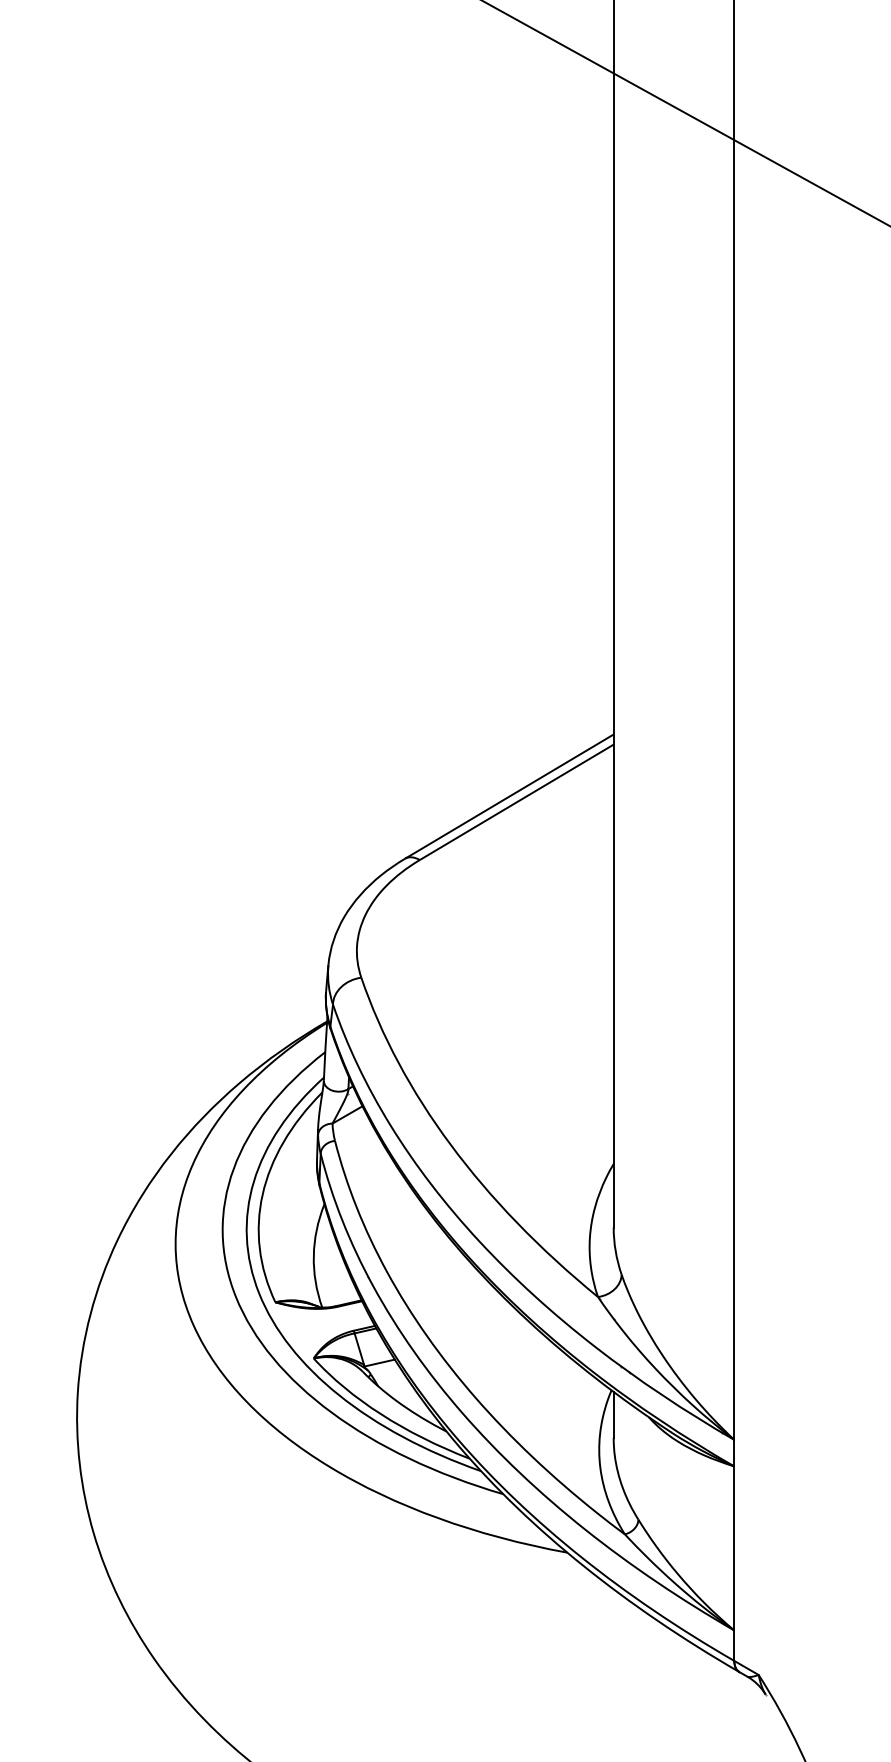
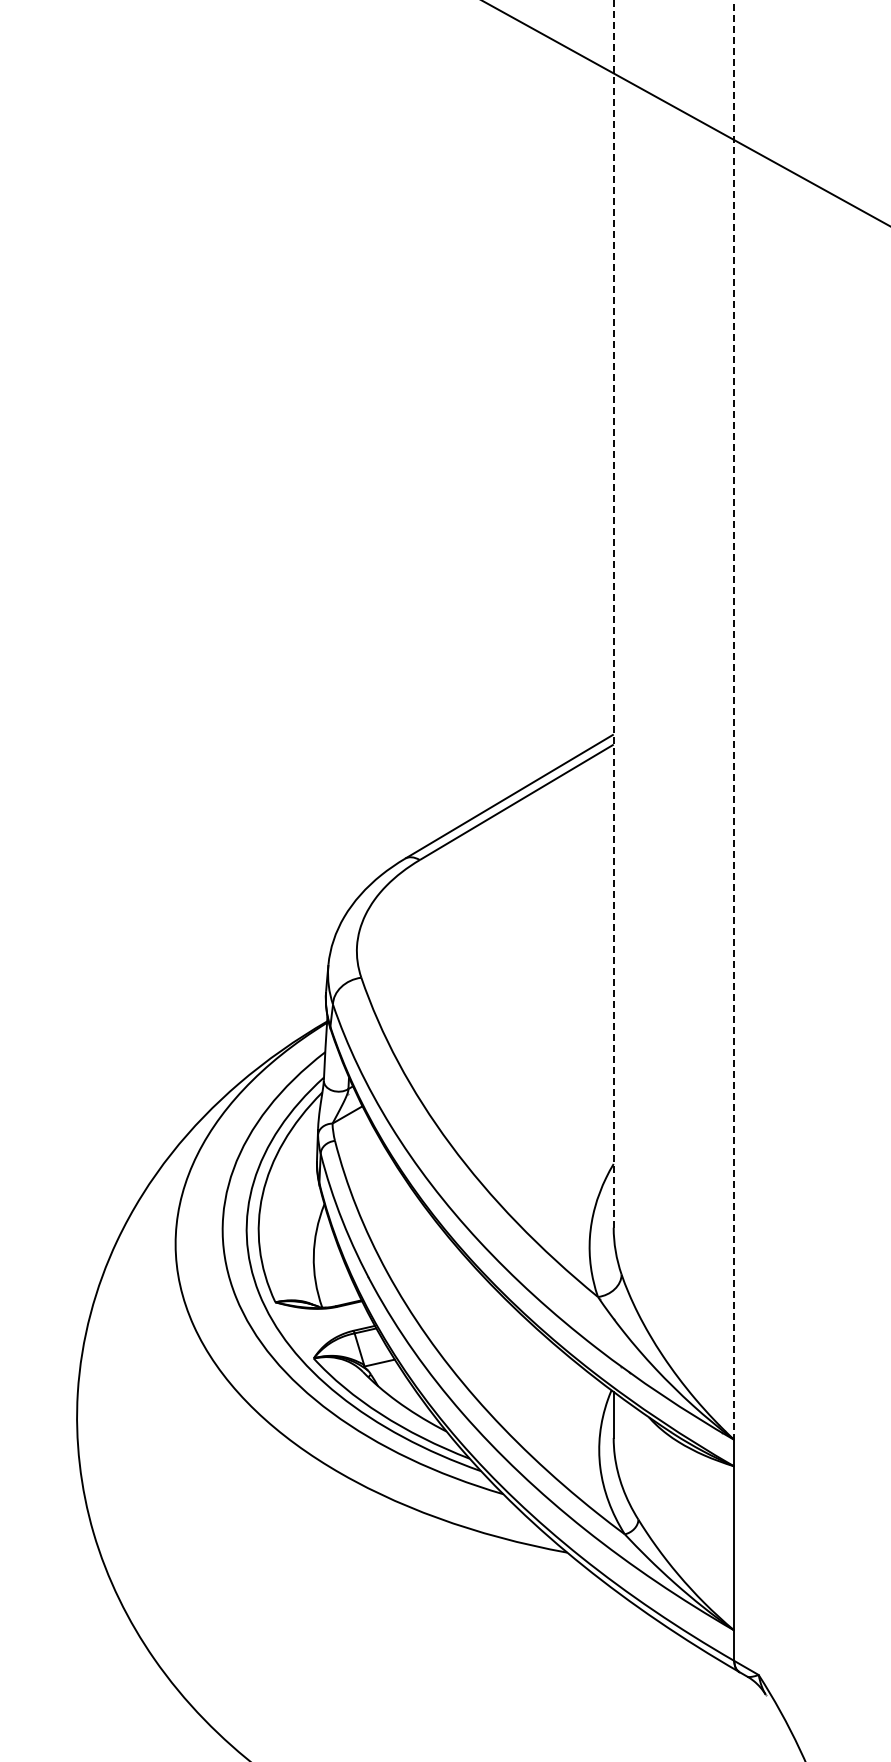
line at (613, 613): solid -> dashed
line at (734, 720): solid -> dashed
